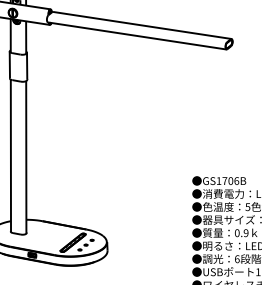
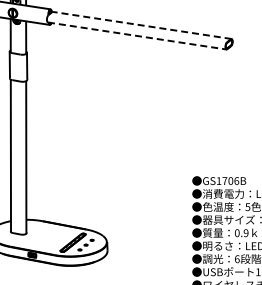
line at (141, 25): solid -> dashed
line at (137, 36): solid -> dashed
